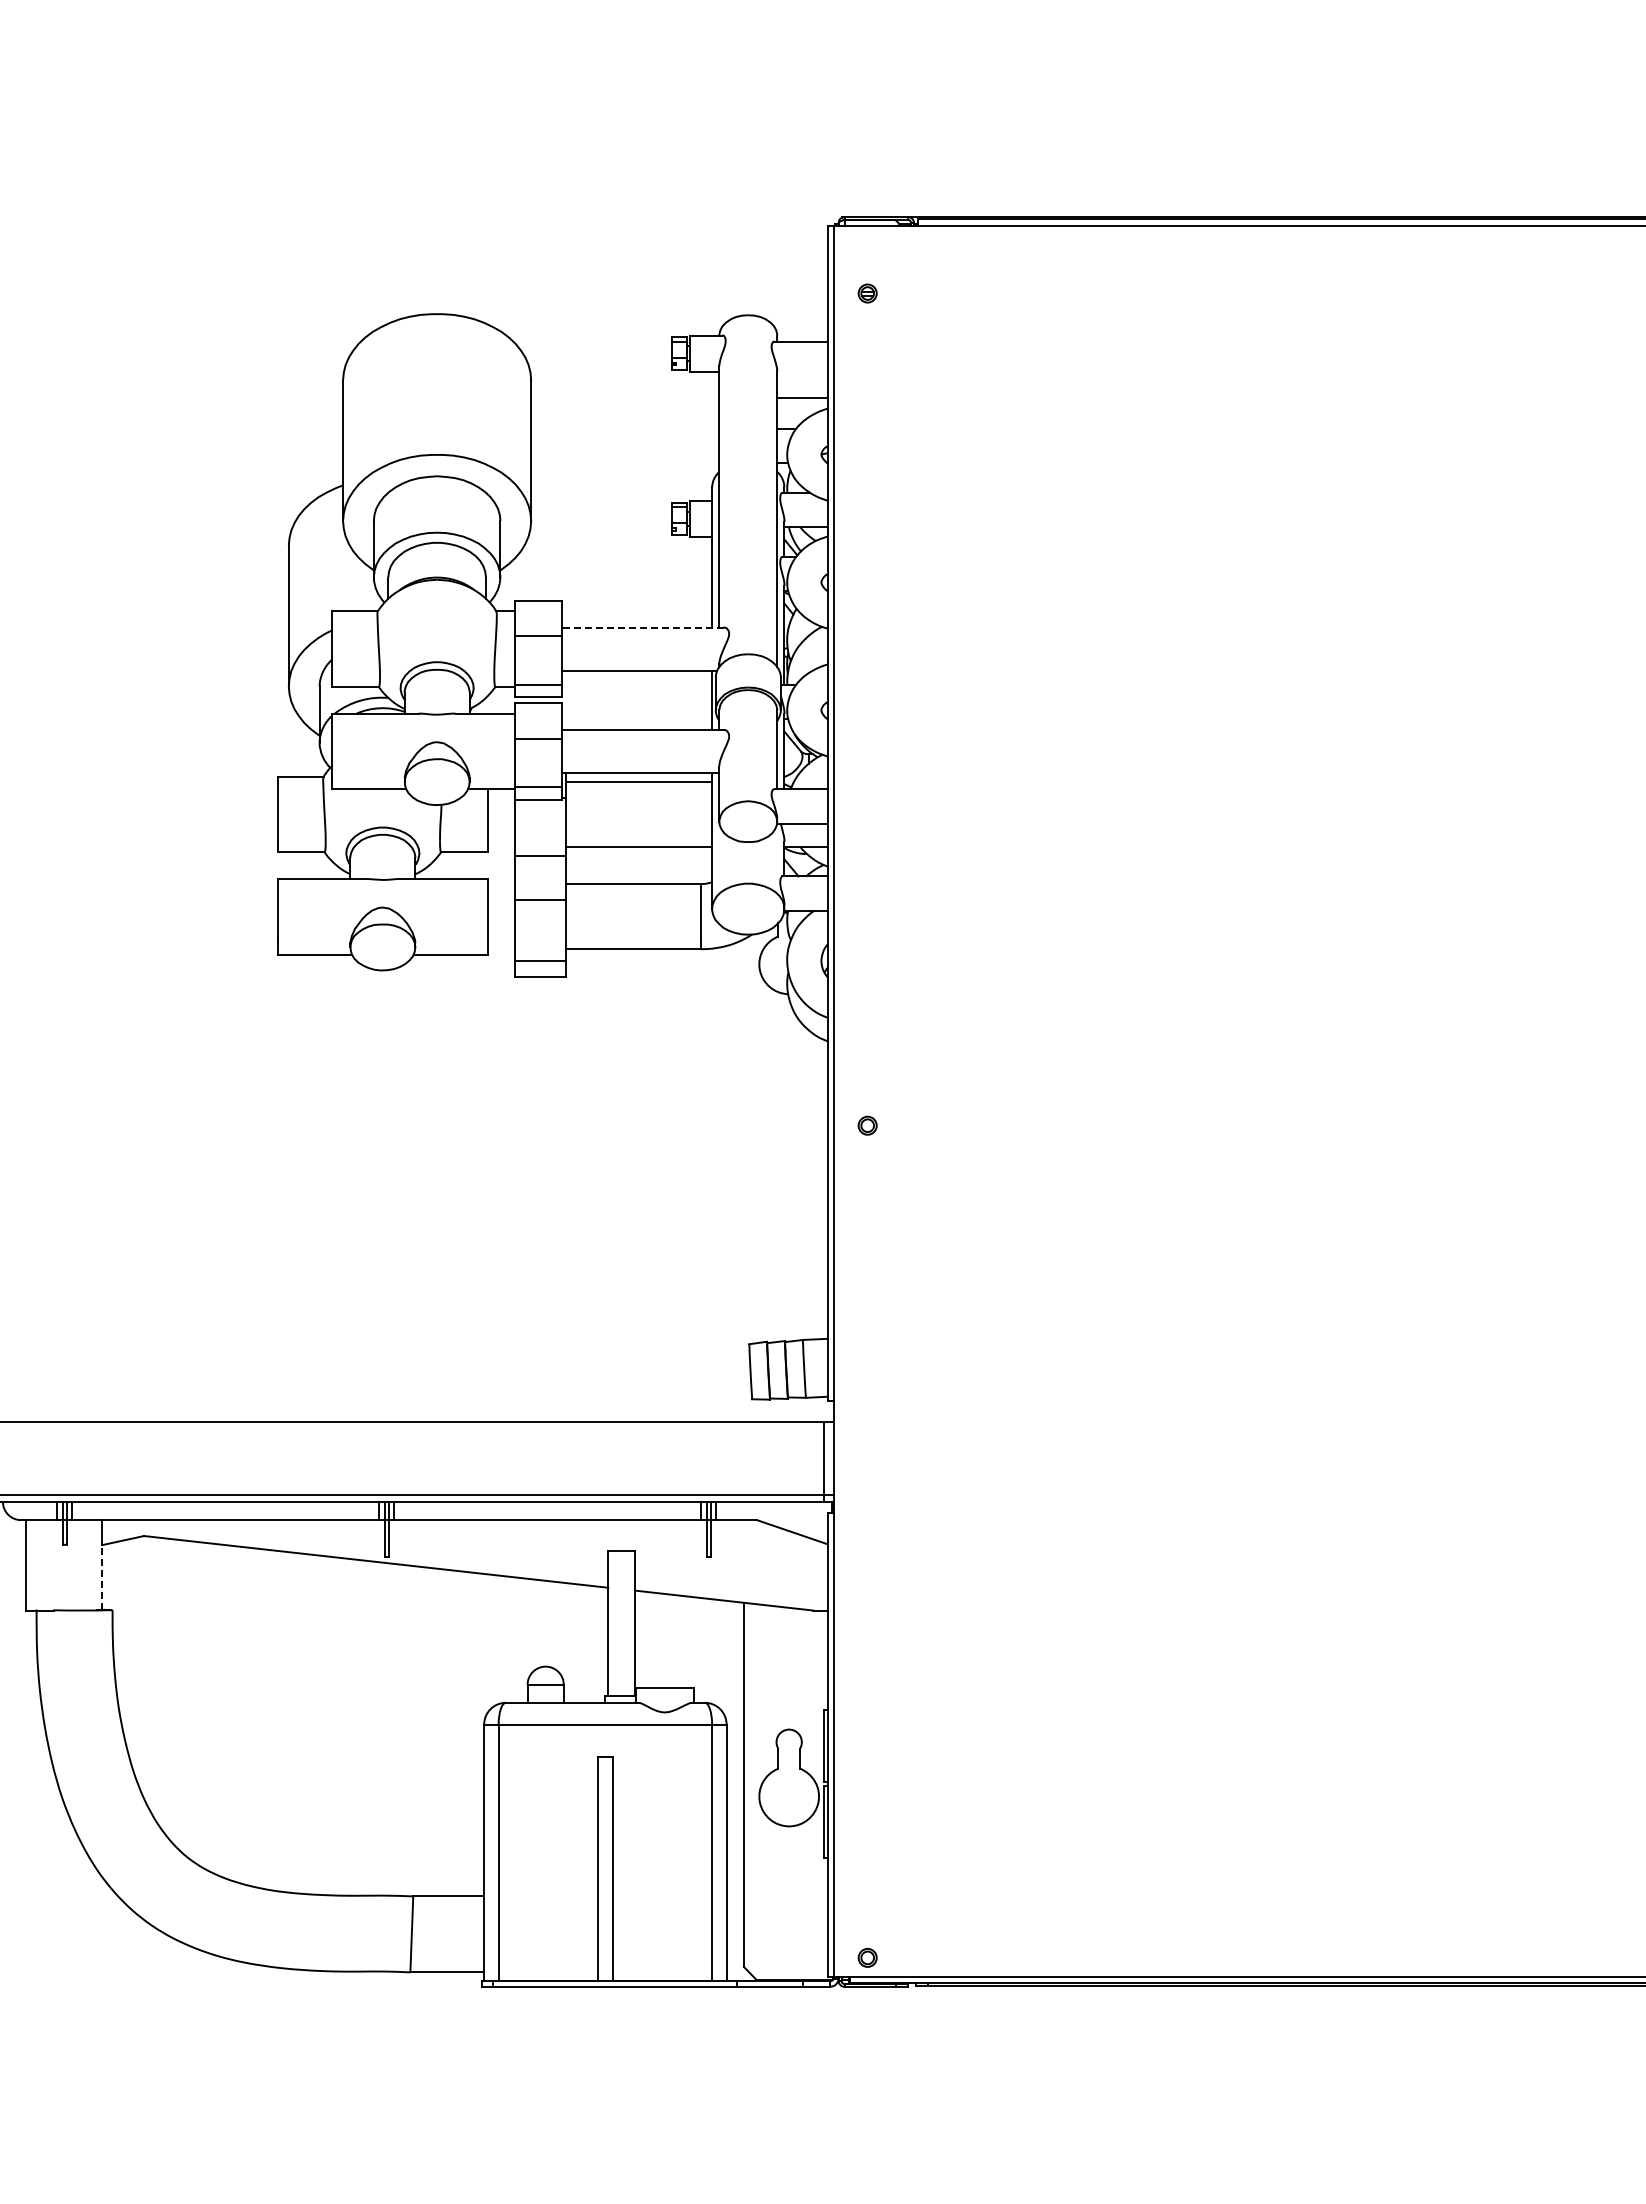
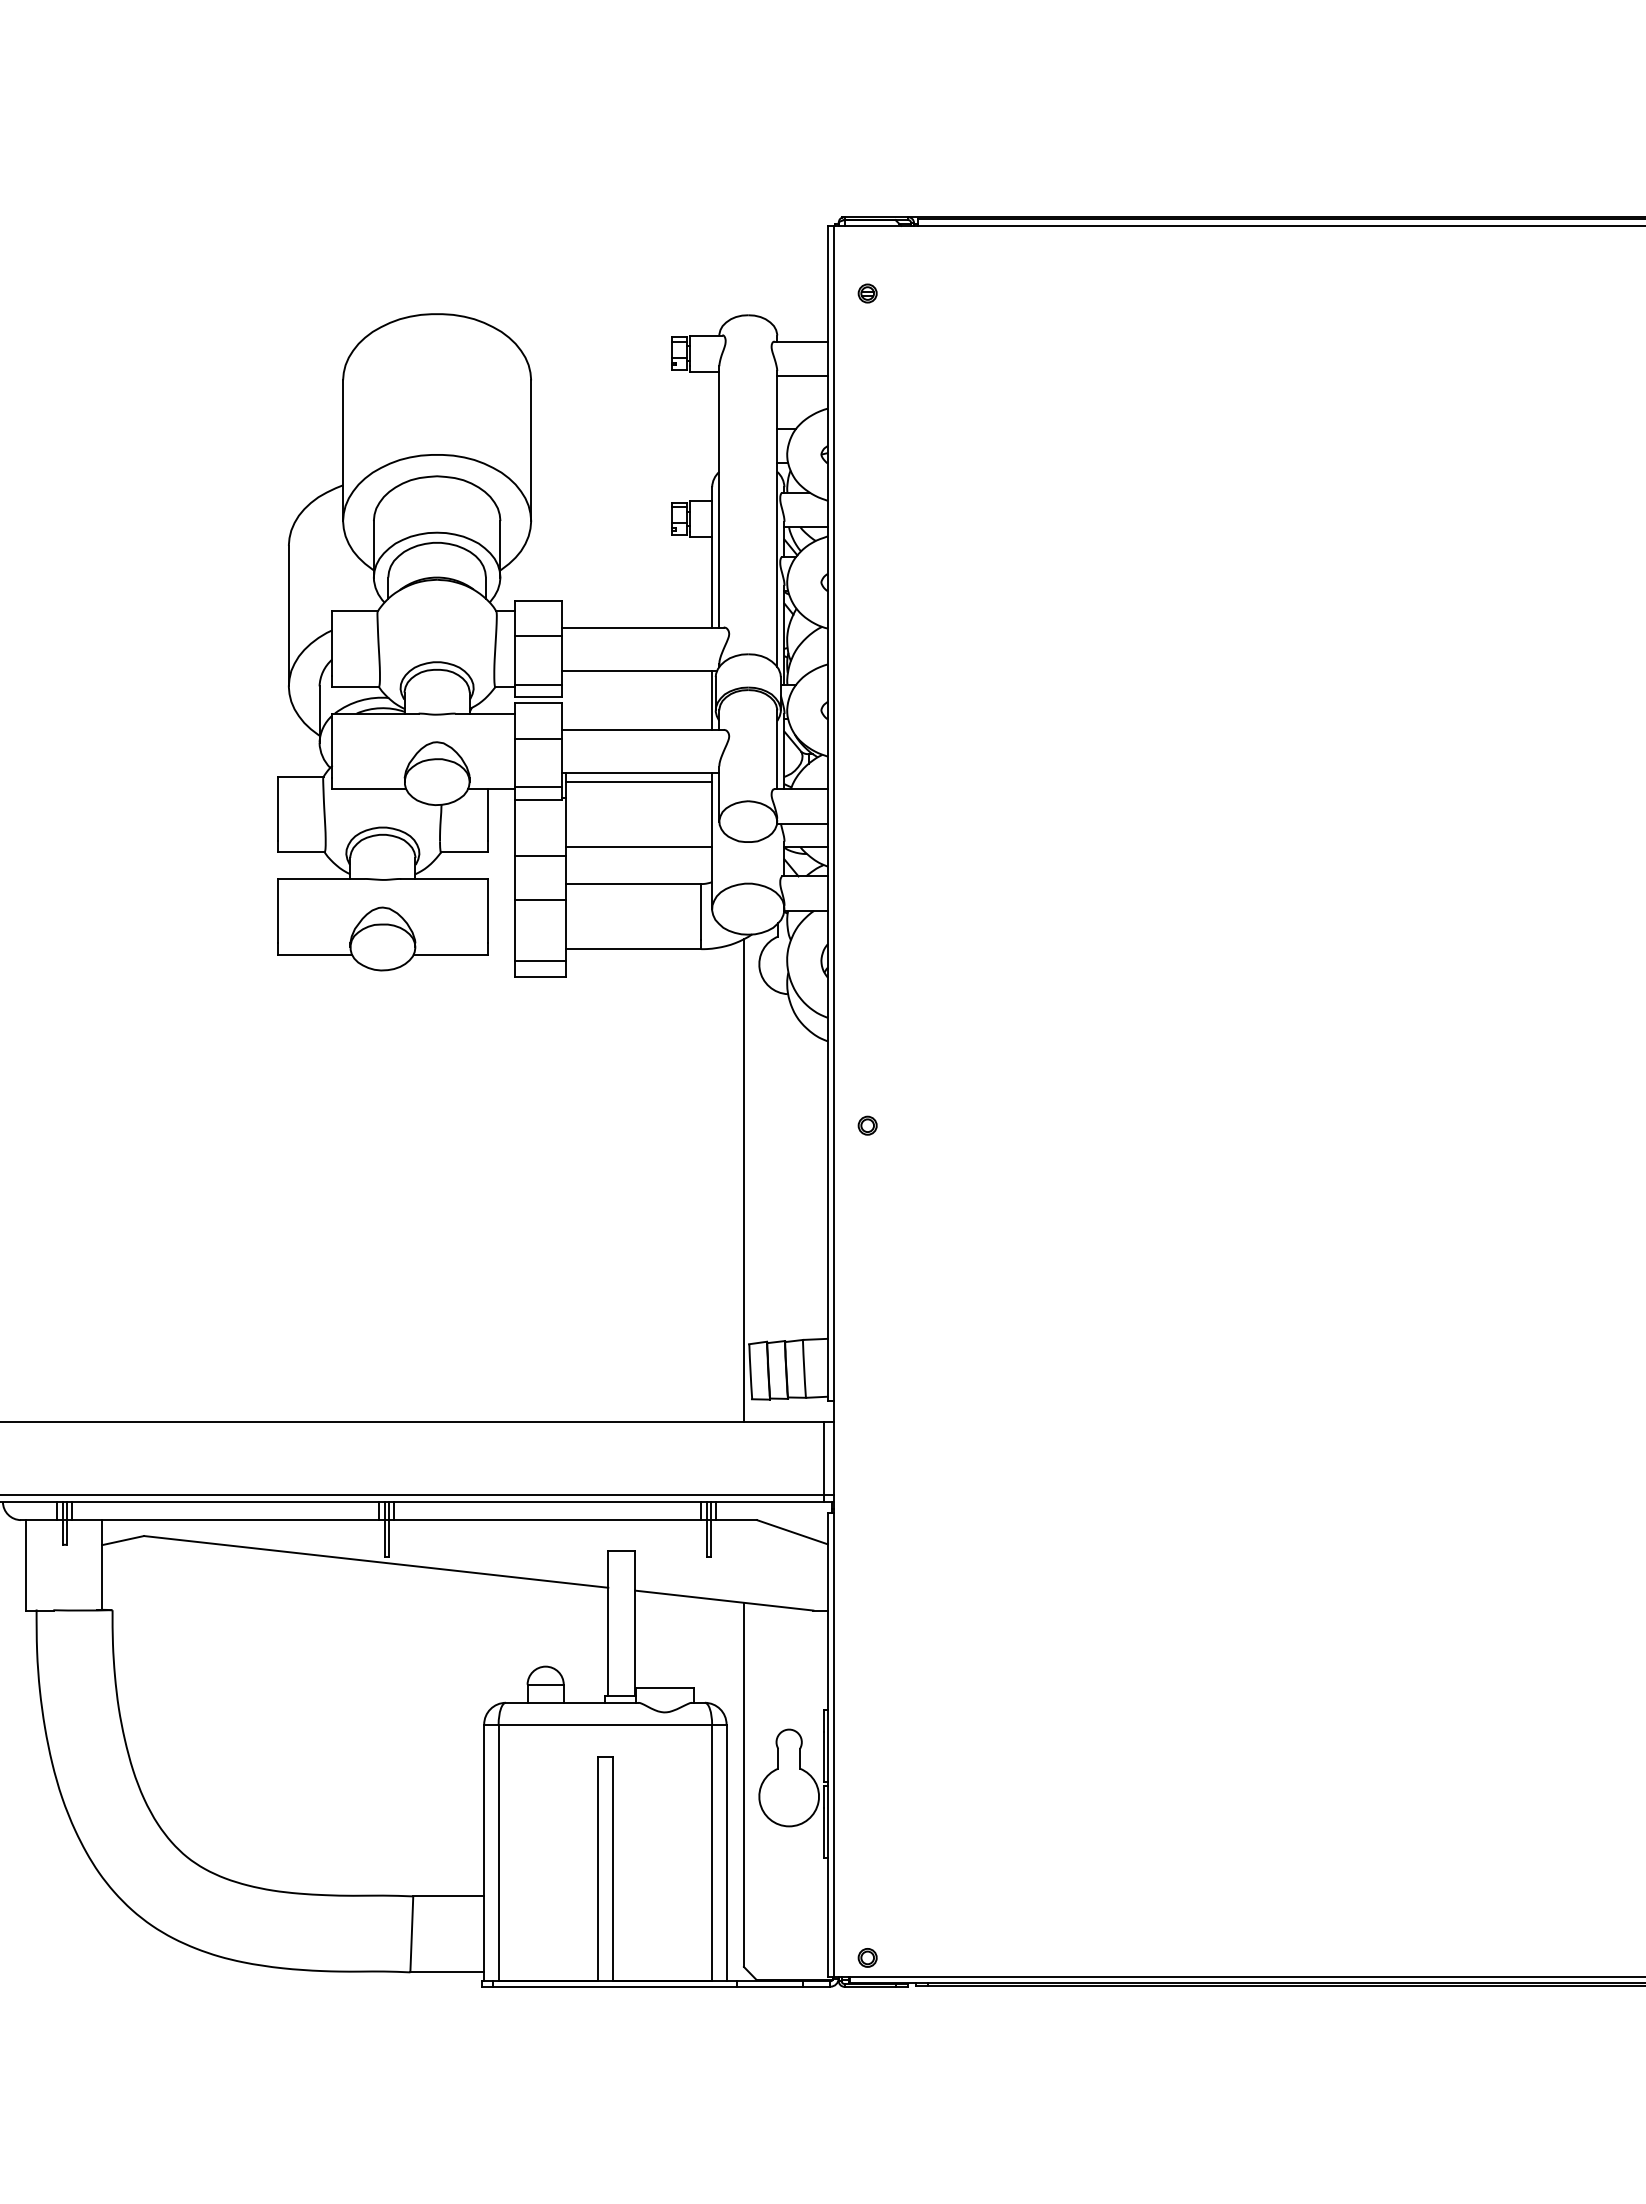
line at (802, 398) position: (802, 398) -> (802, 376)
line at (642, 627): dashed -> solid
line at (743, 1180): none -> present
line at (102, 1576): dashed -> solid
